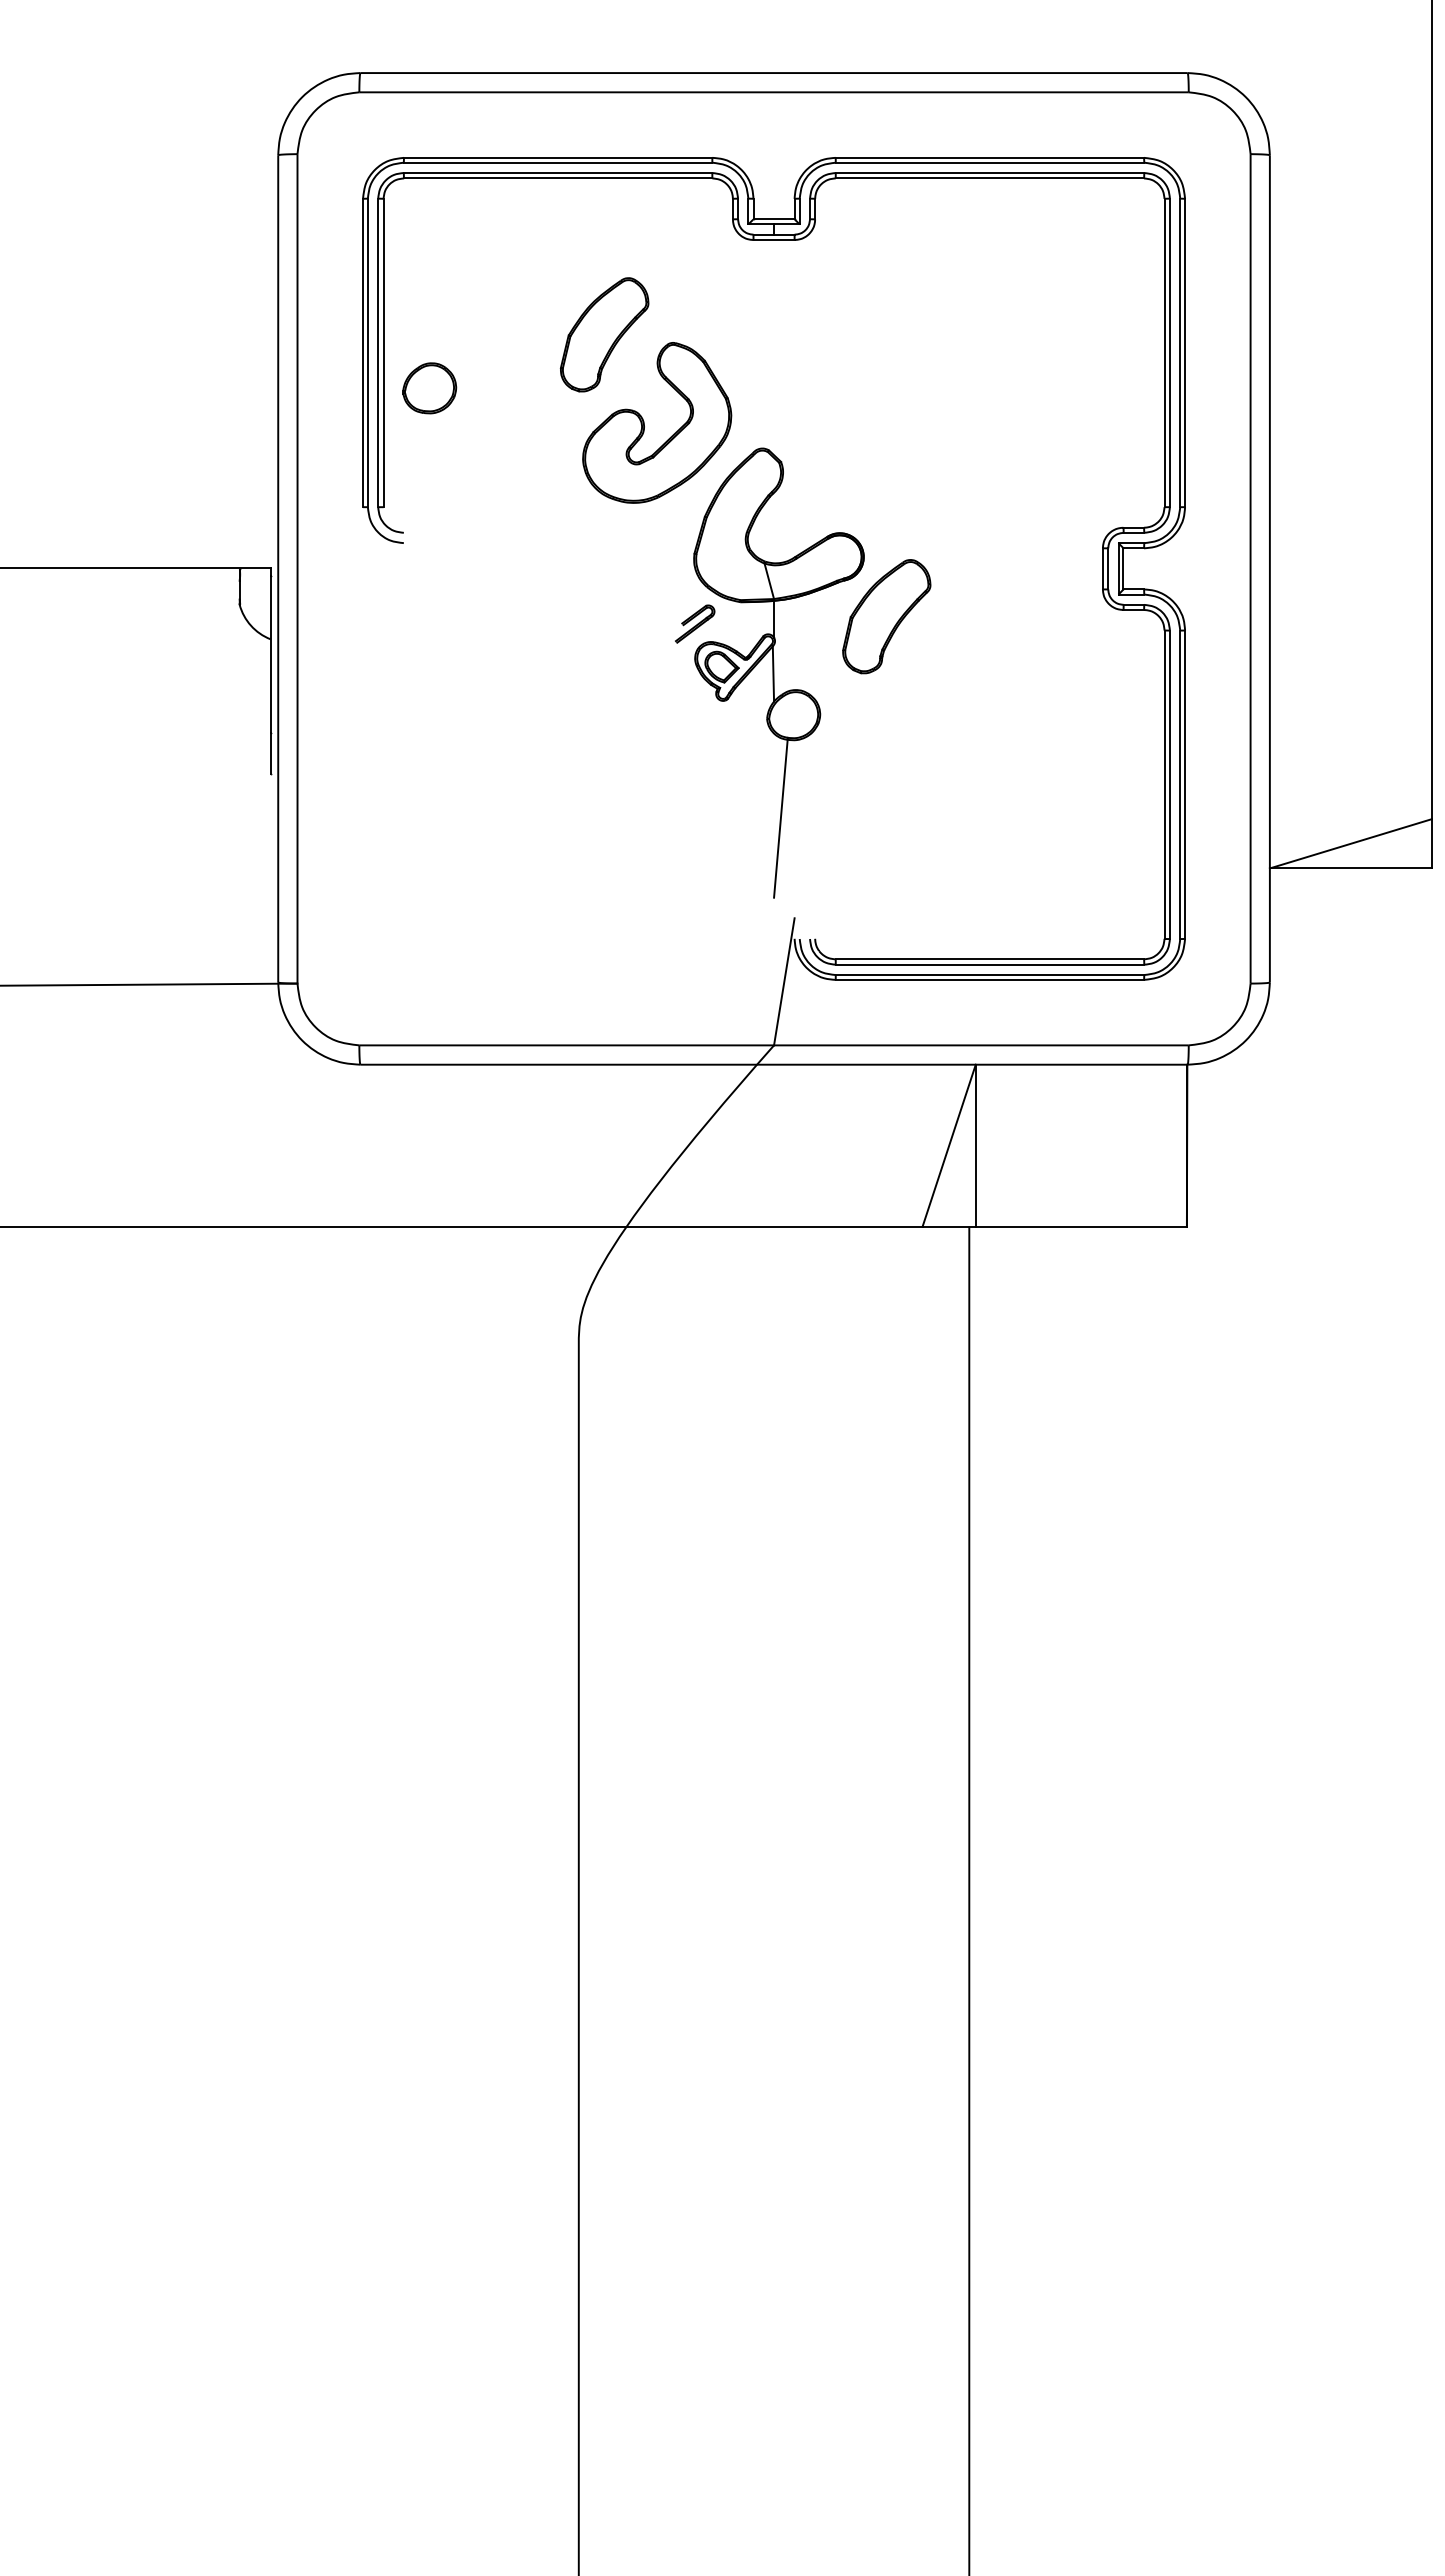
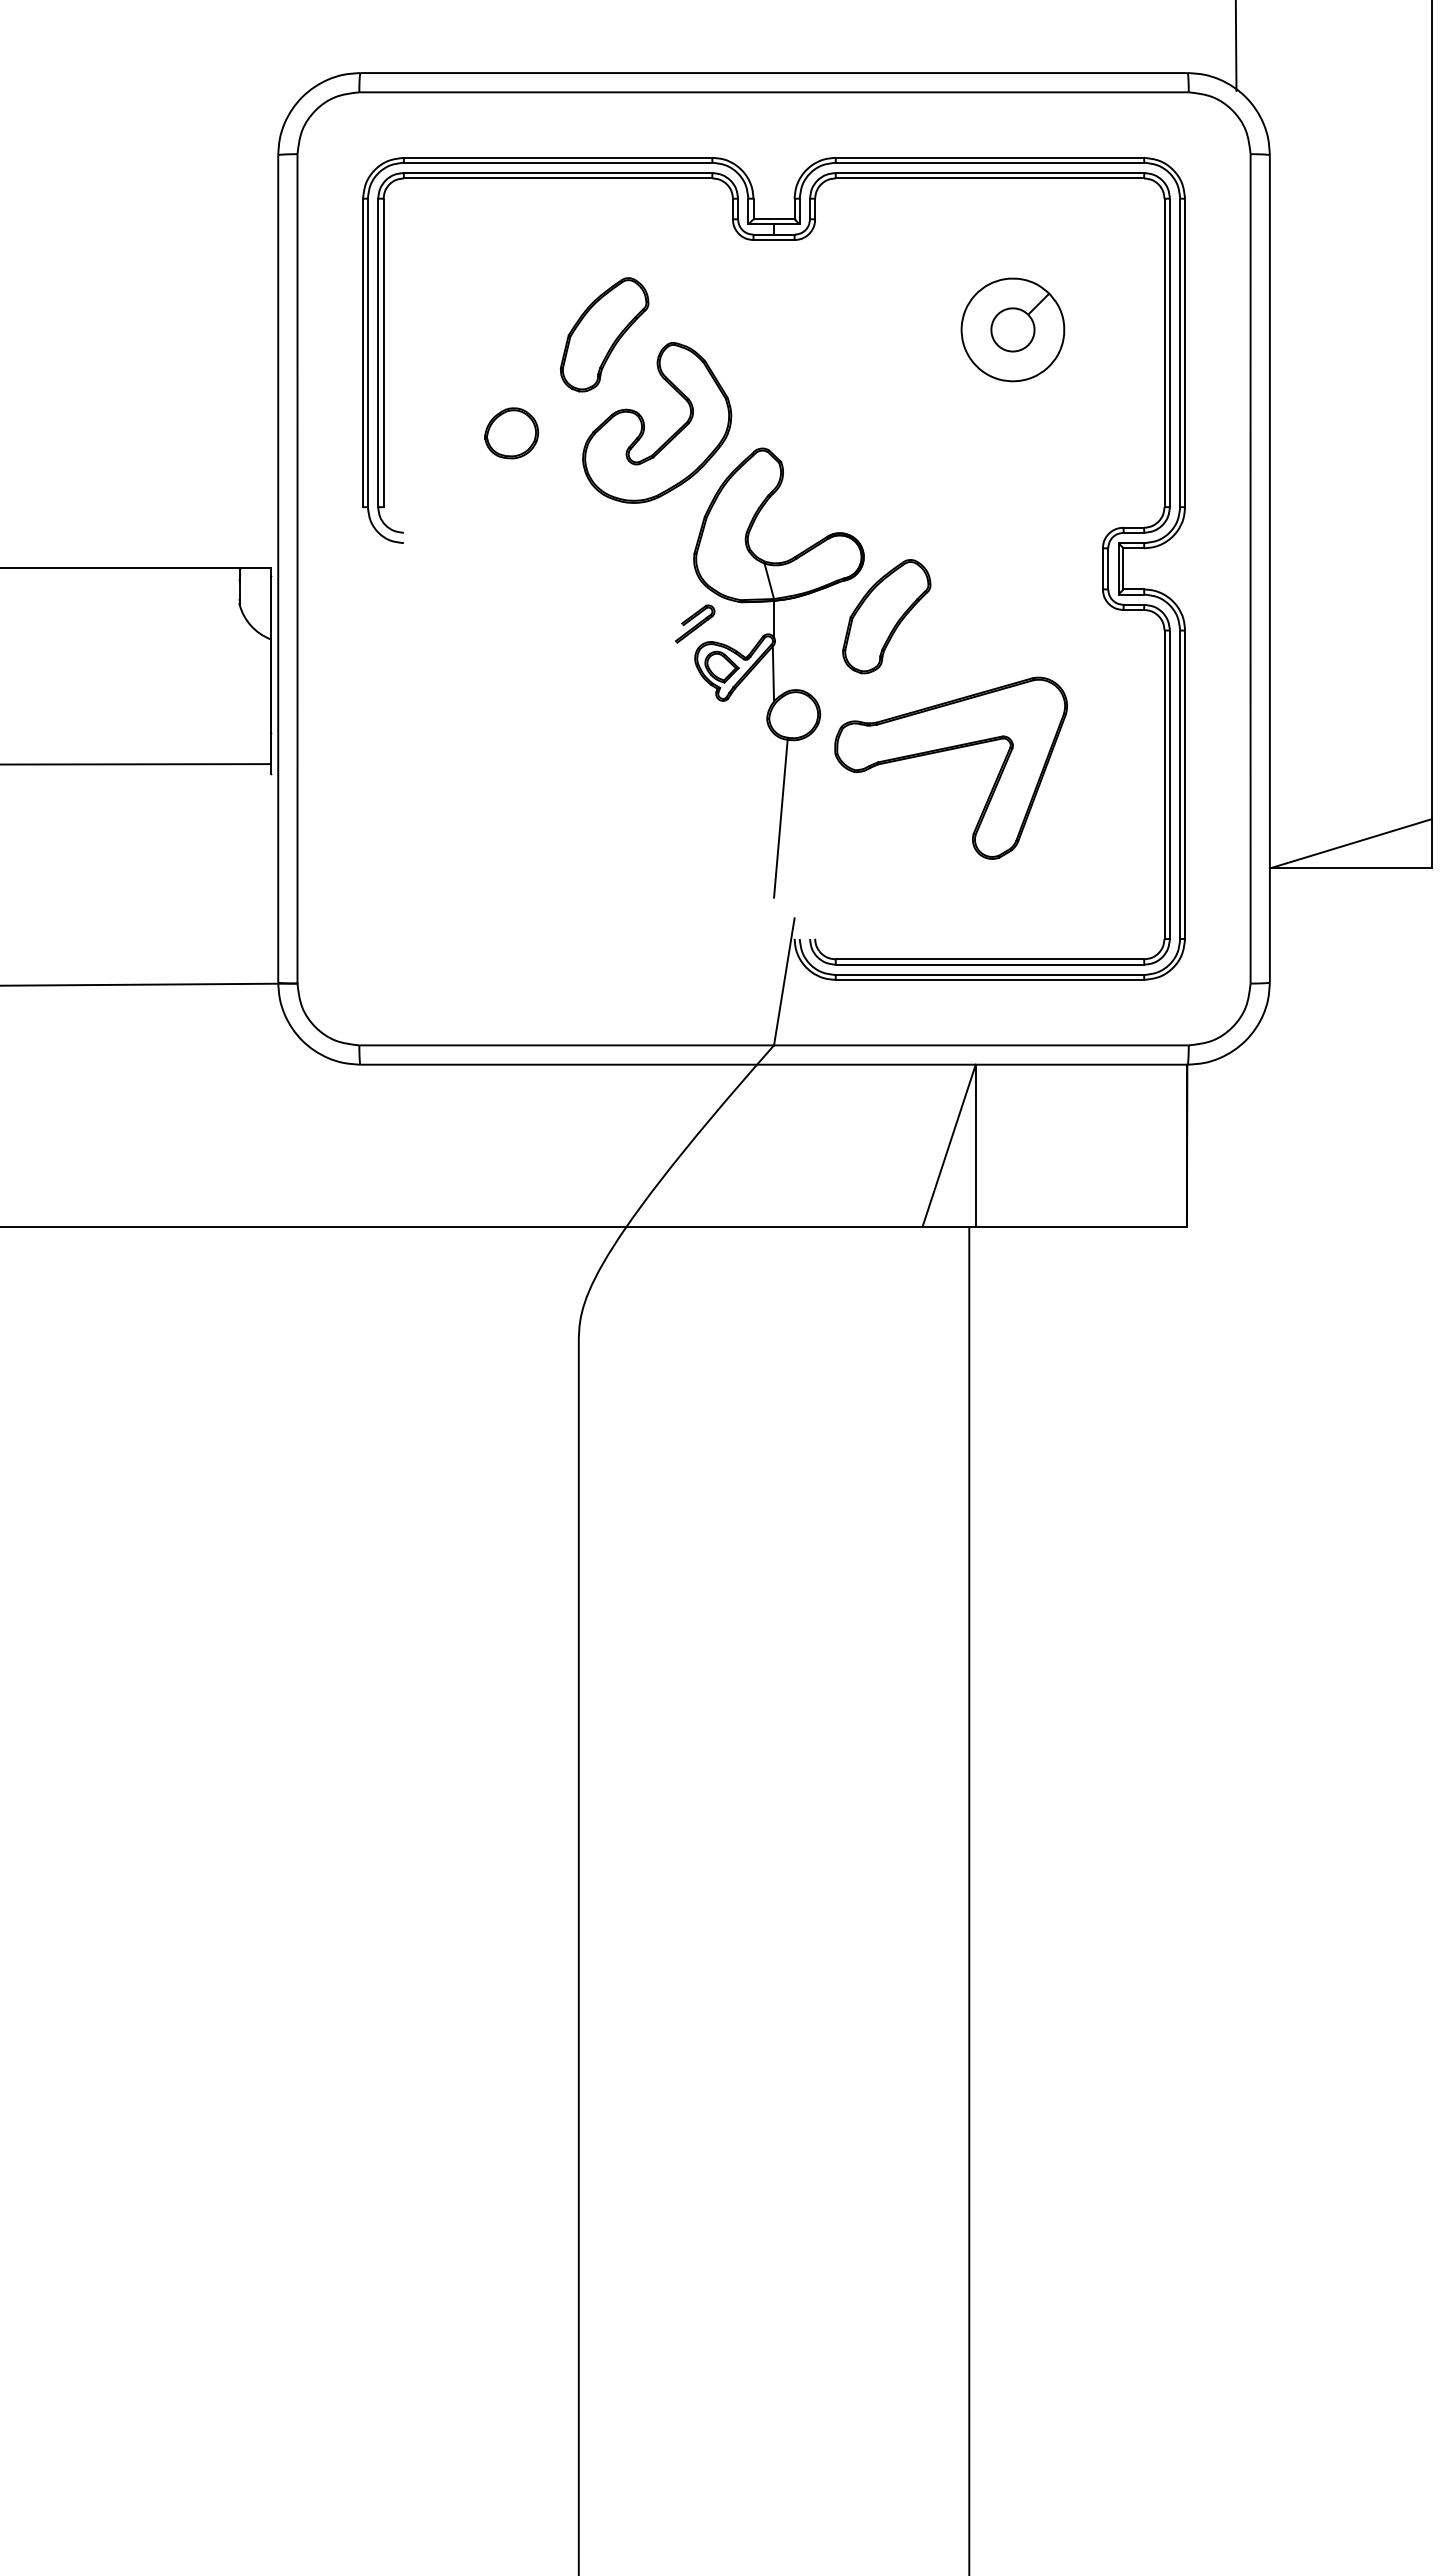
line at (1235, 46): none -> present
part at (1012, 329): none -> present
part at (429, 388) position: (429, 388) -> (511, 433)
part at (946, 751): none -> present
line at (136, 764): none -> present
